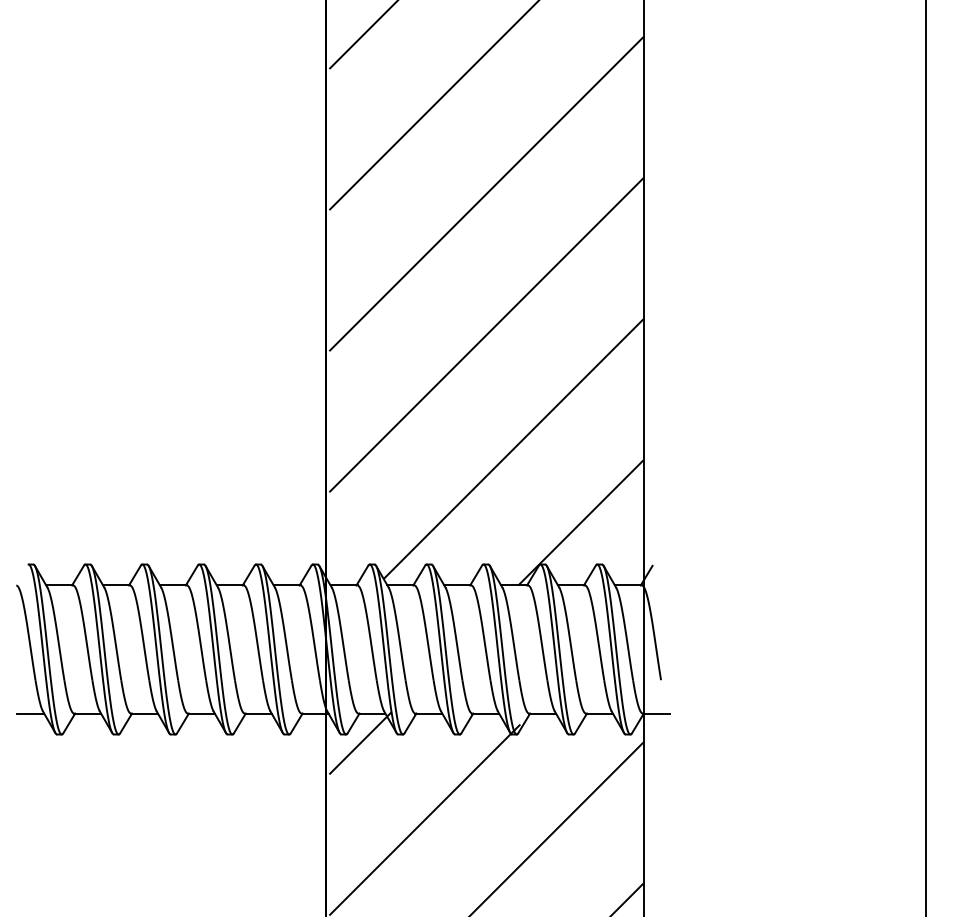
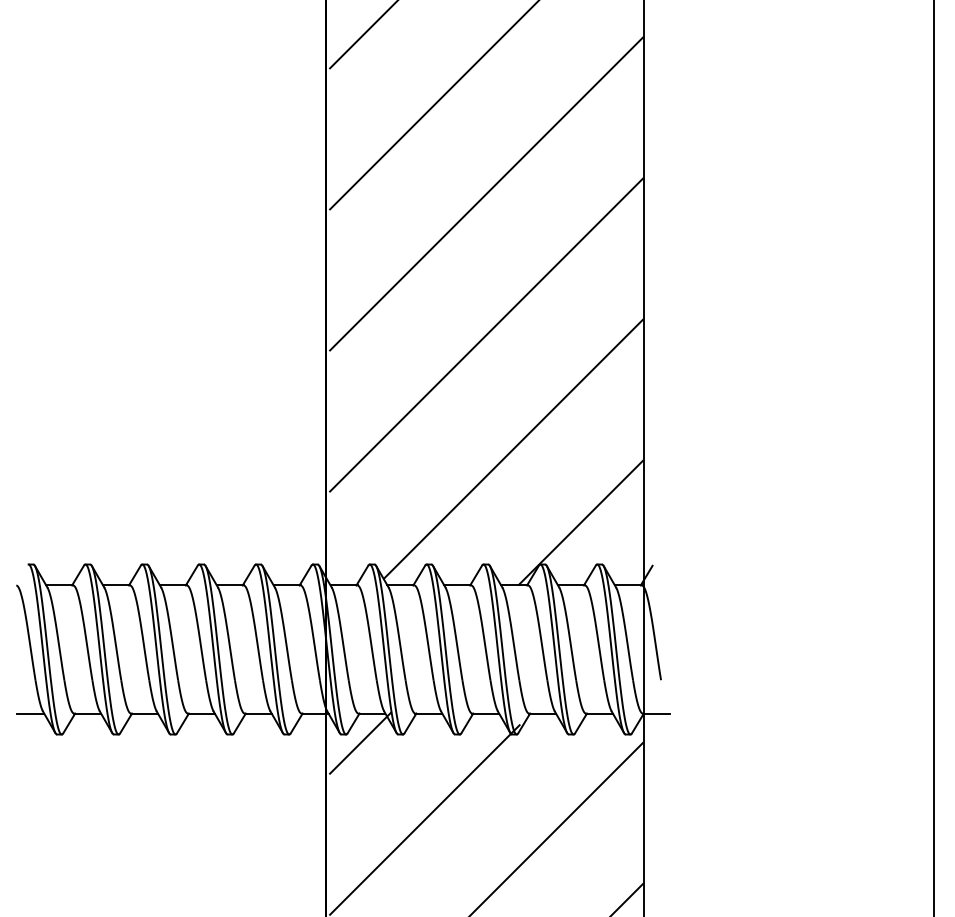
line at (926, 457) position: (926, 457) -> (934, 457)
